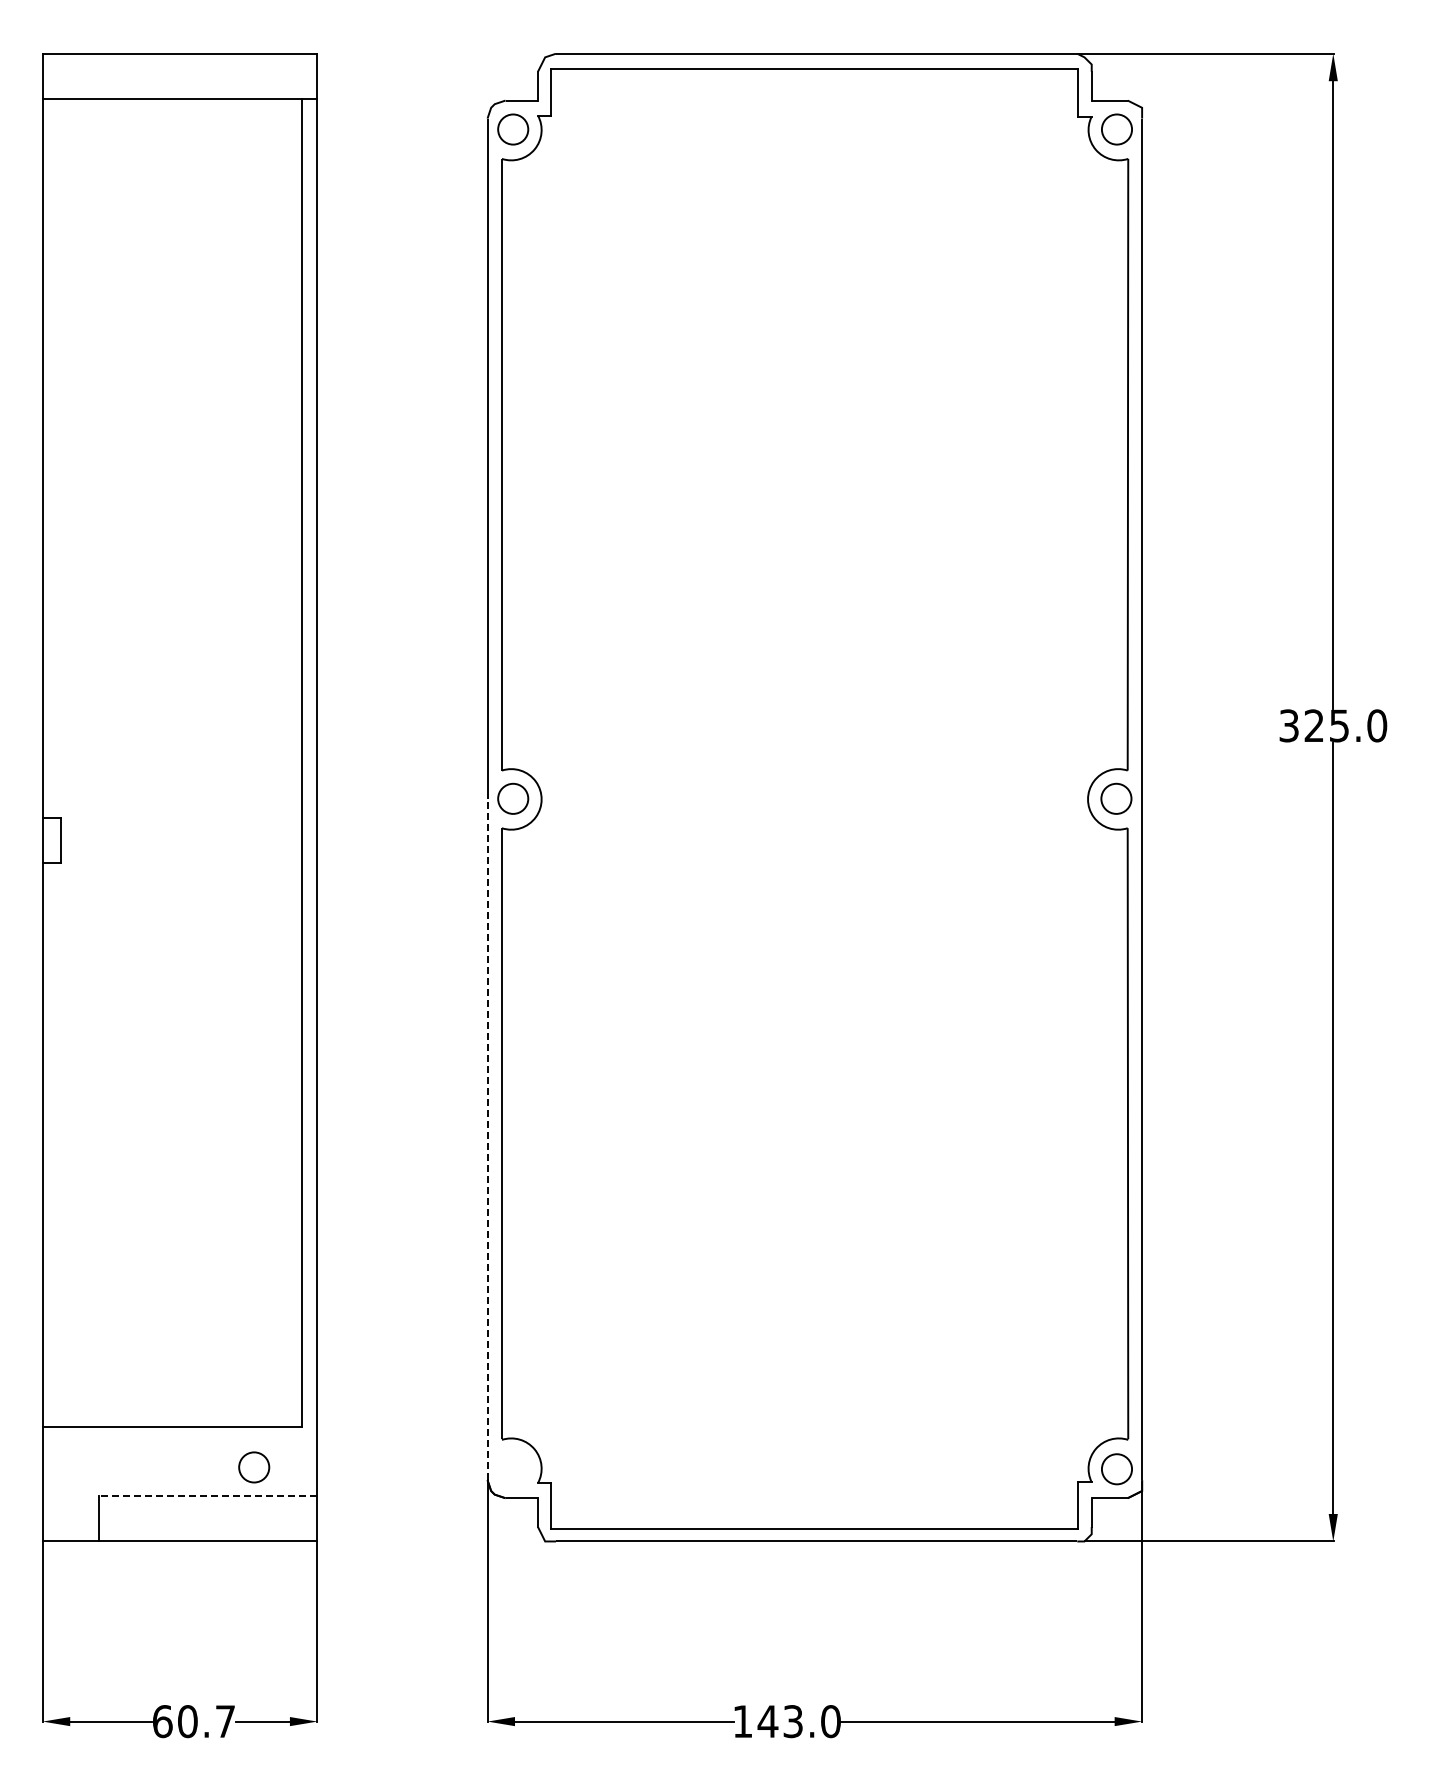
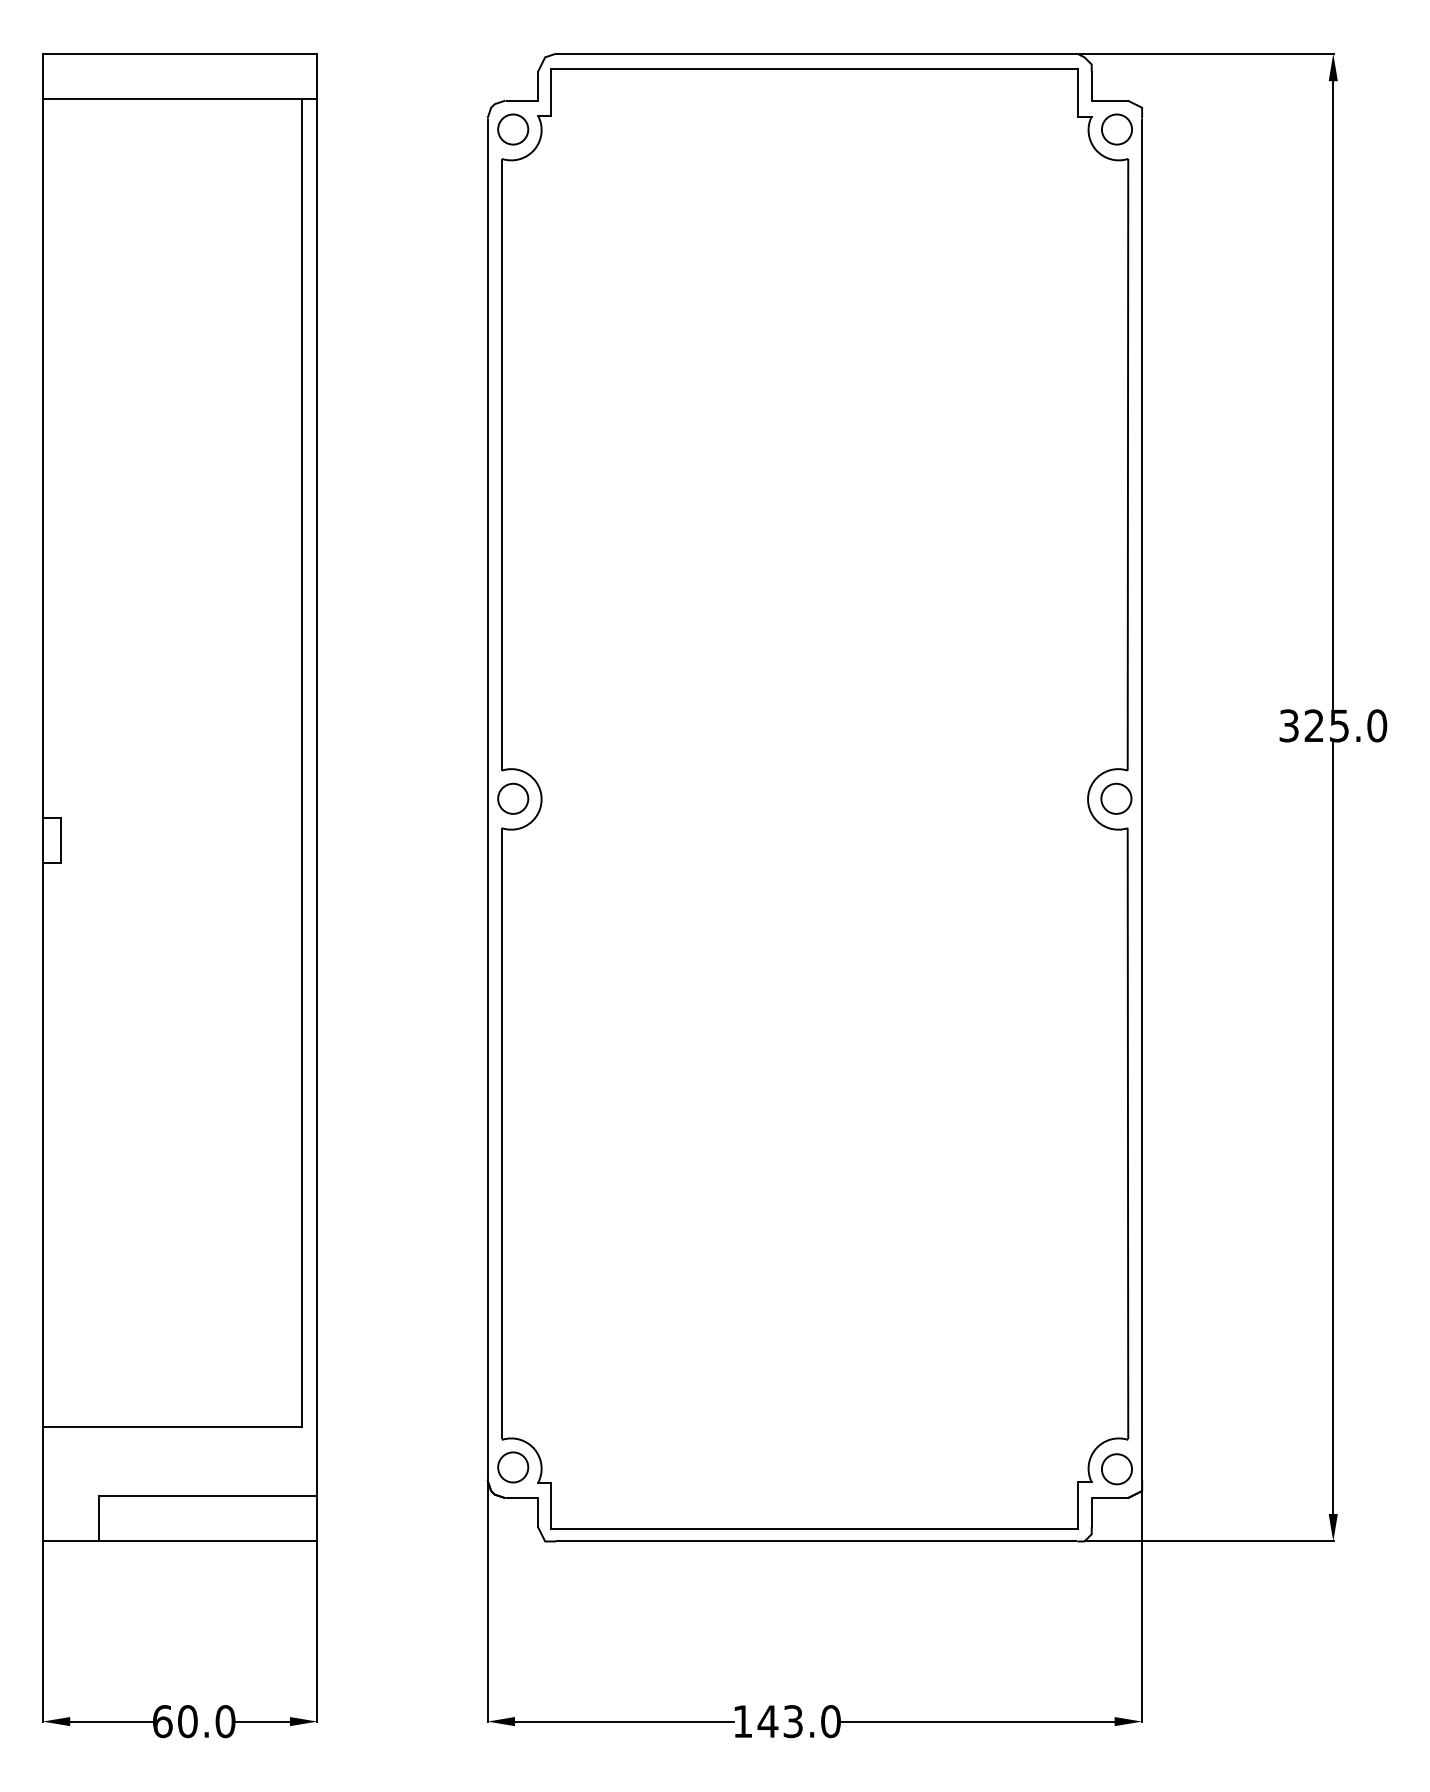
line at (487, 1139): dashed -> solid
circle at (254, 1467) position: (254, 1467) -> (513, 1467)
line at (207, 1496): dashed -> solid
text at (225, 1721): 60.7 -> 60.0
